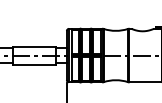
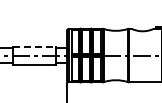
line at (35, 46): solid -> dashed
